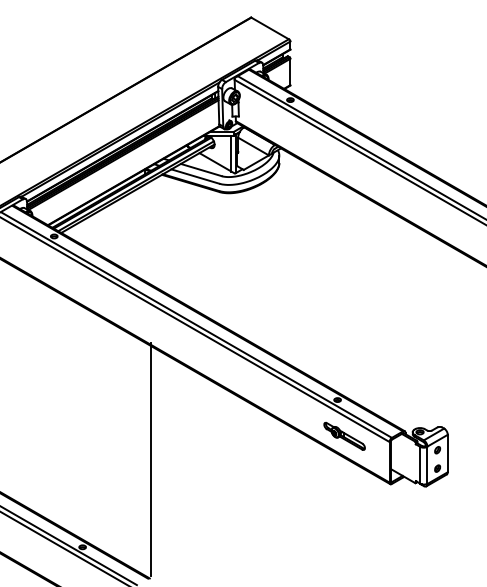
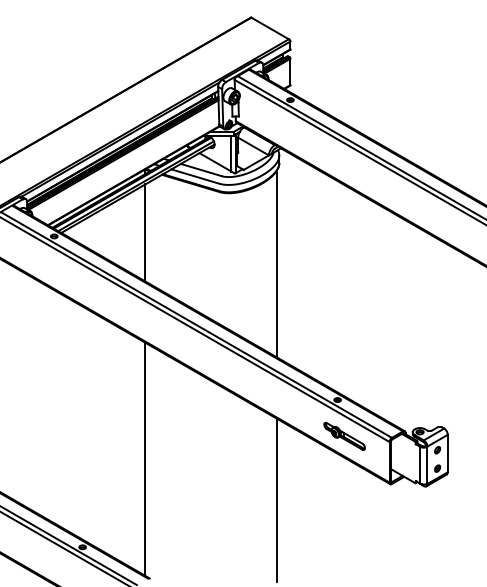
line at (145, 232): none -> present
line at (276, 263): none -> present
line at (151, 458) position: (151, 458) -> (145, 458)
line at (276, 500): none -> present
